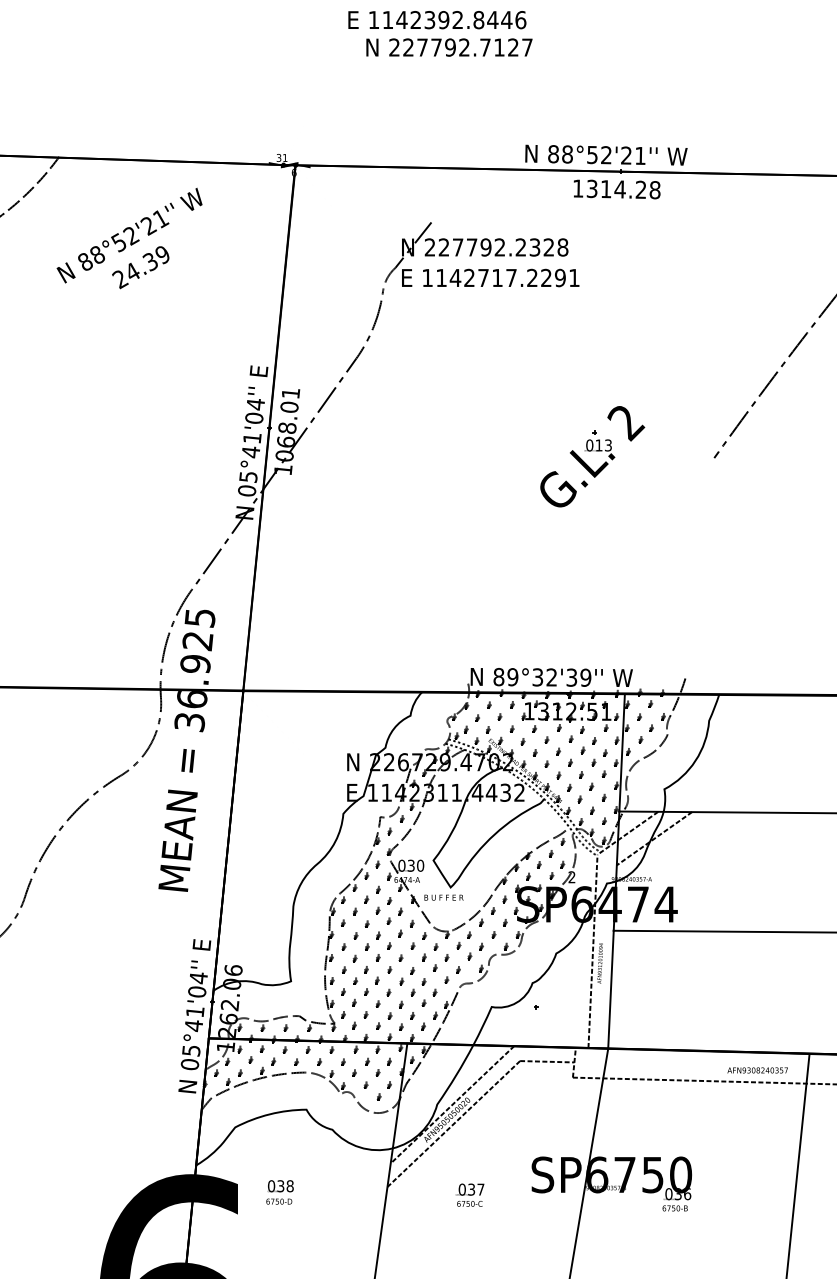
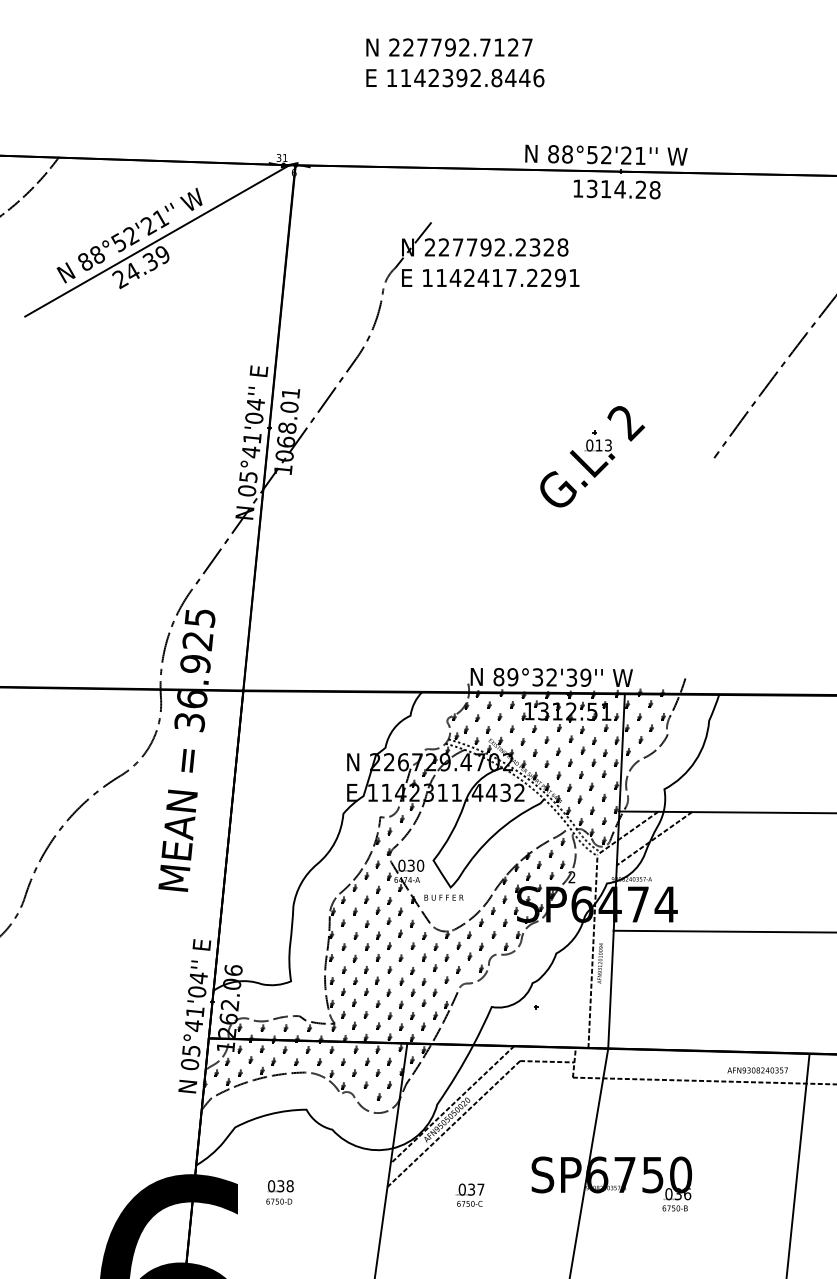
text at (437, 20) position: (437, 20) -> (455, 78)
line at (157, 240): none -> present
text at (483, 277): 1142717.2291 -> 1142417.2291
